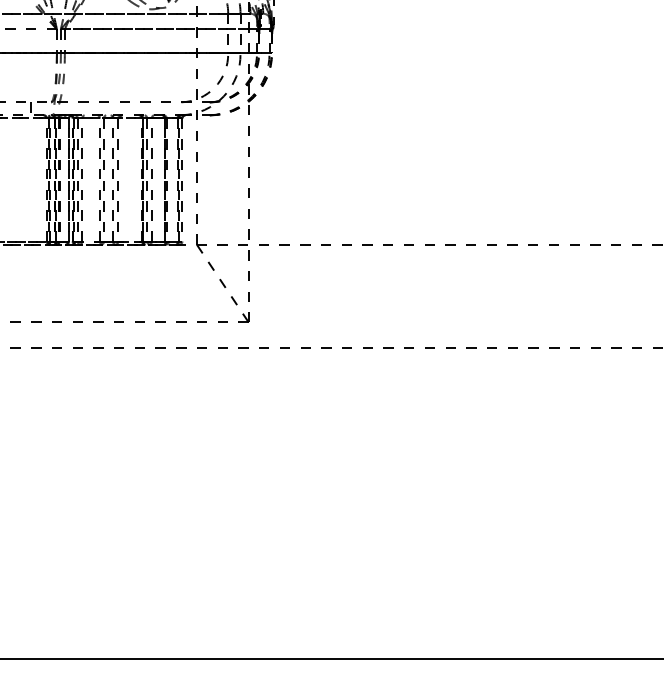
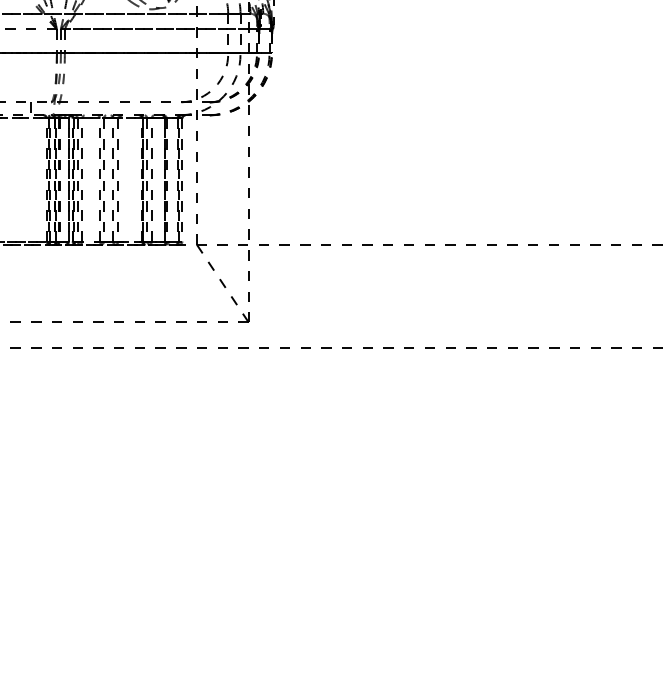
line at (331, 659): present -> none
